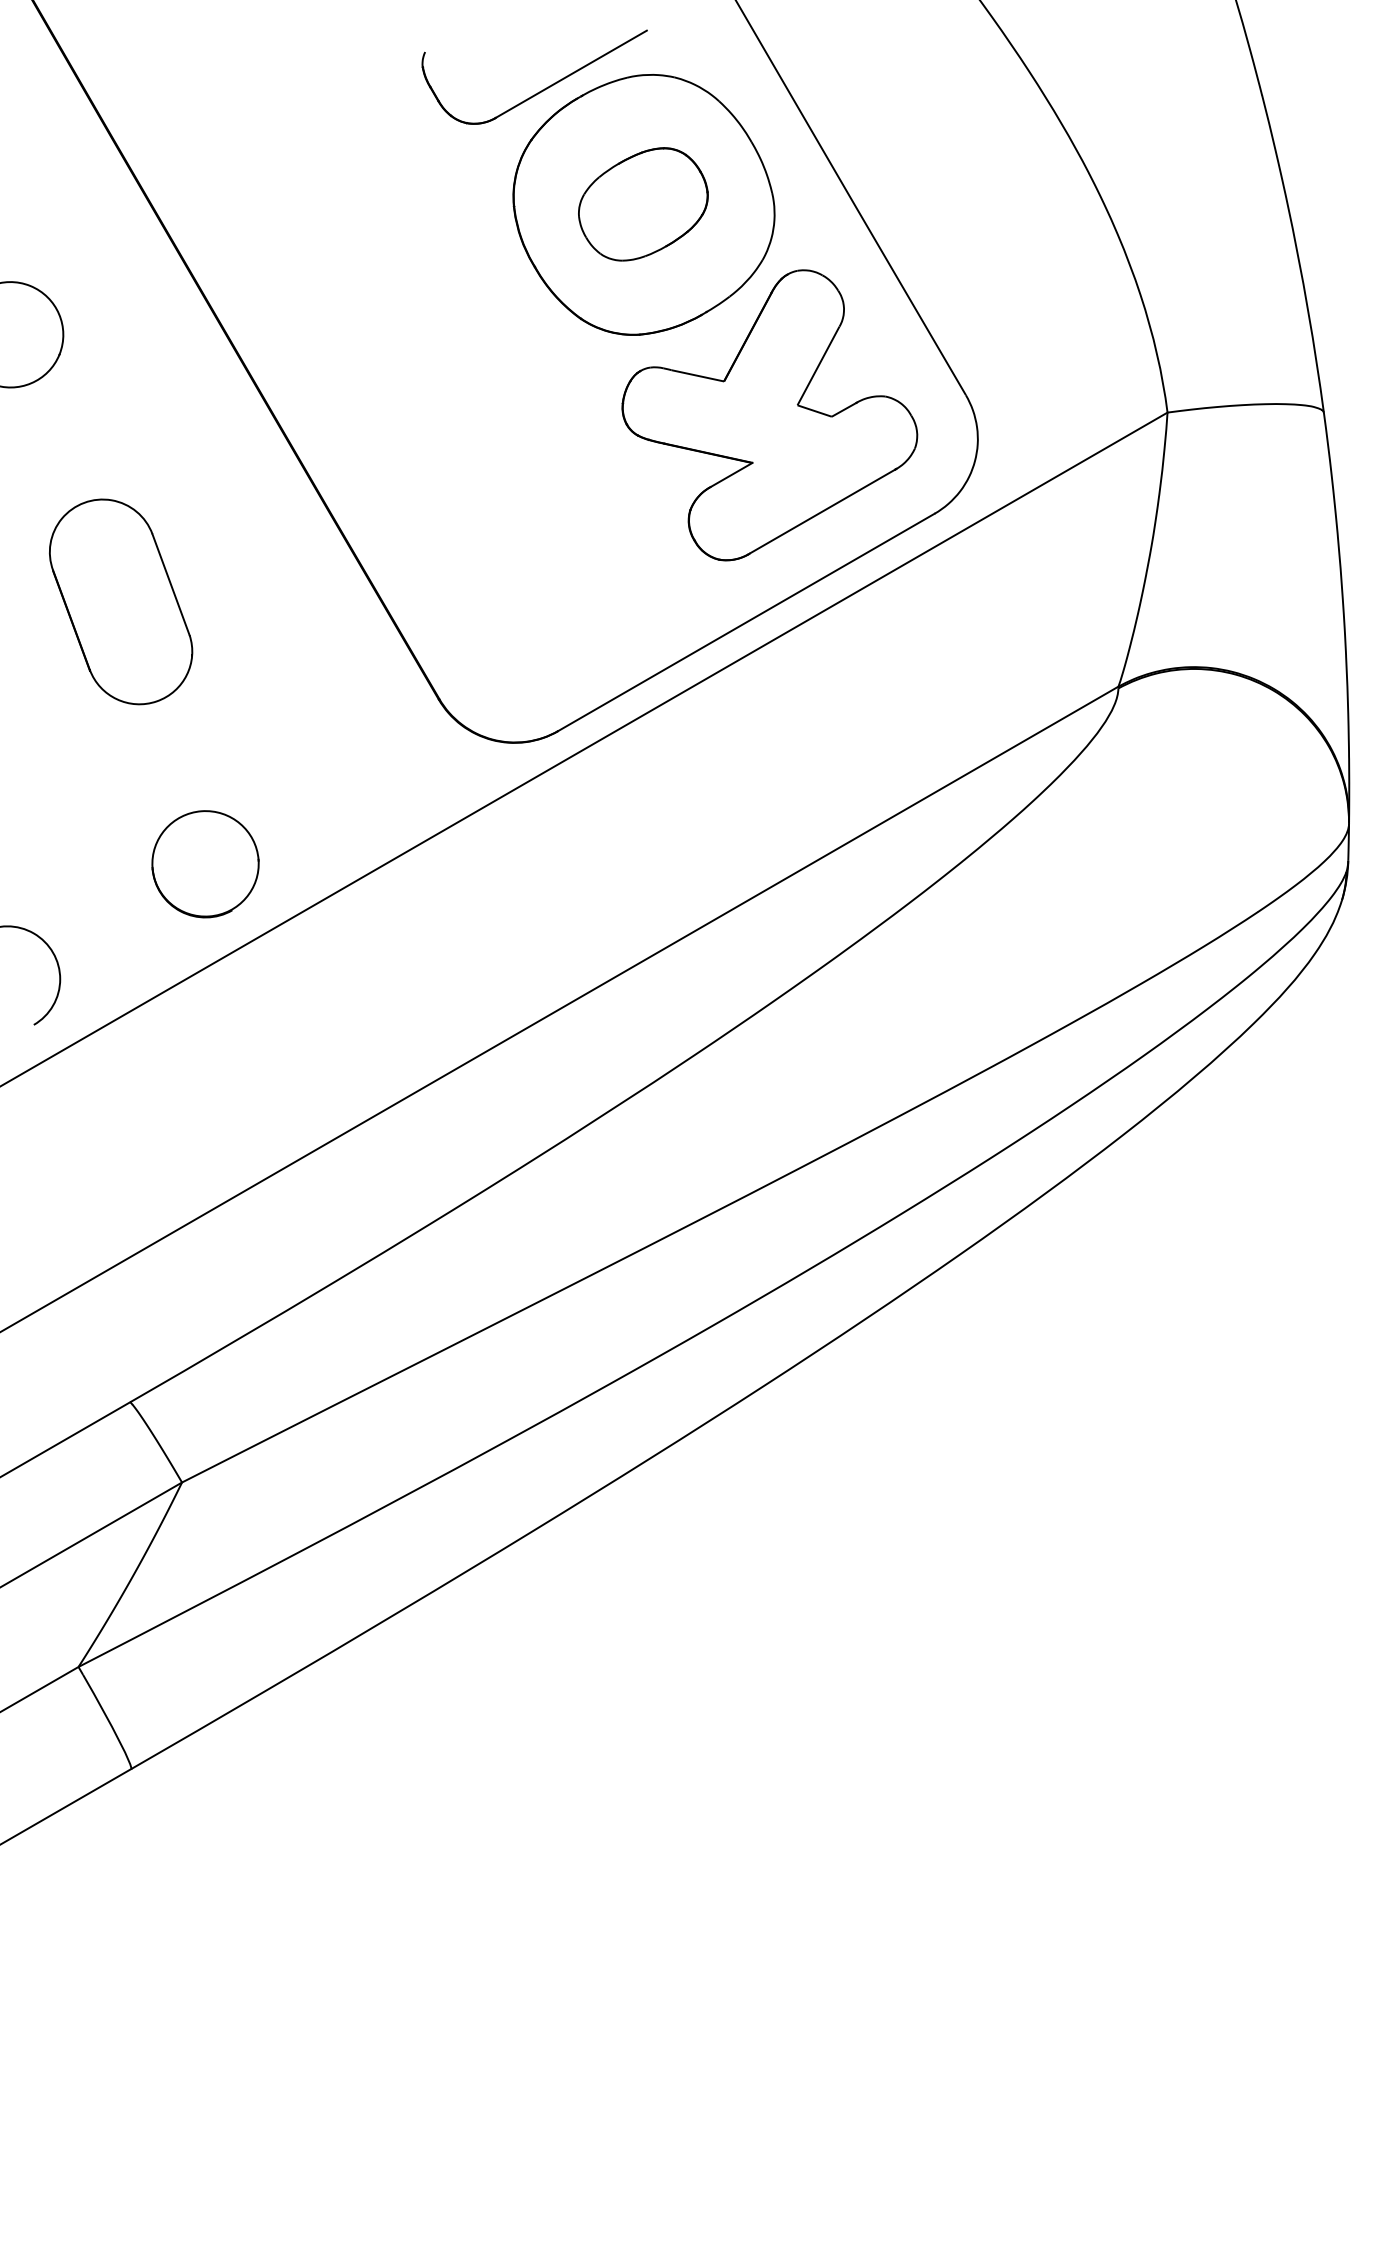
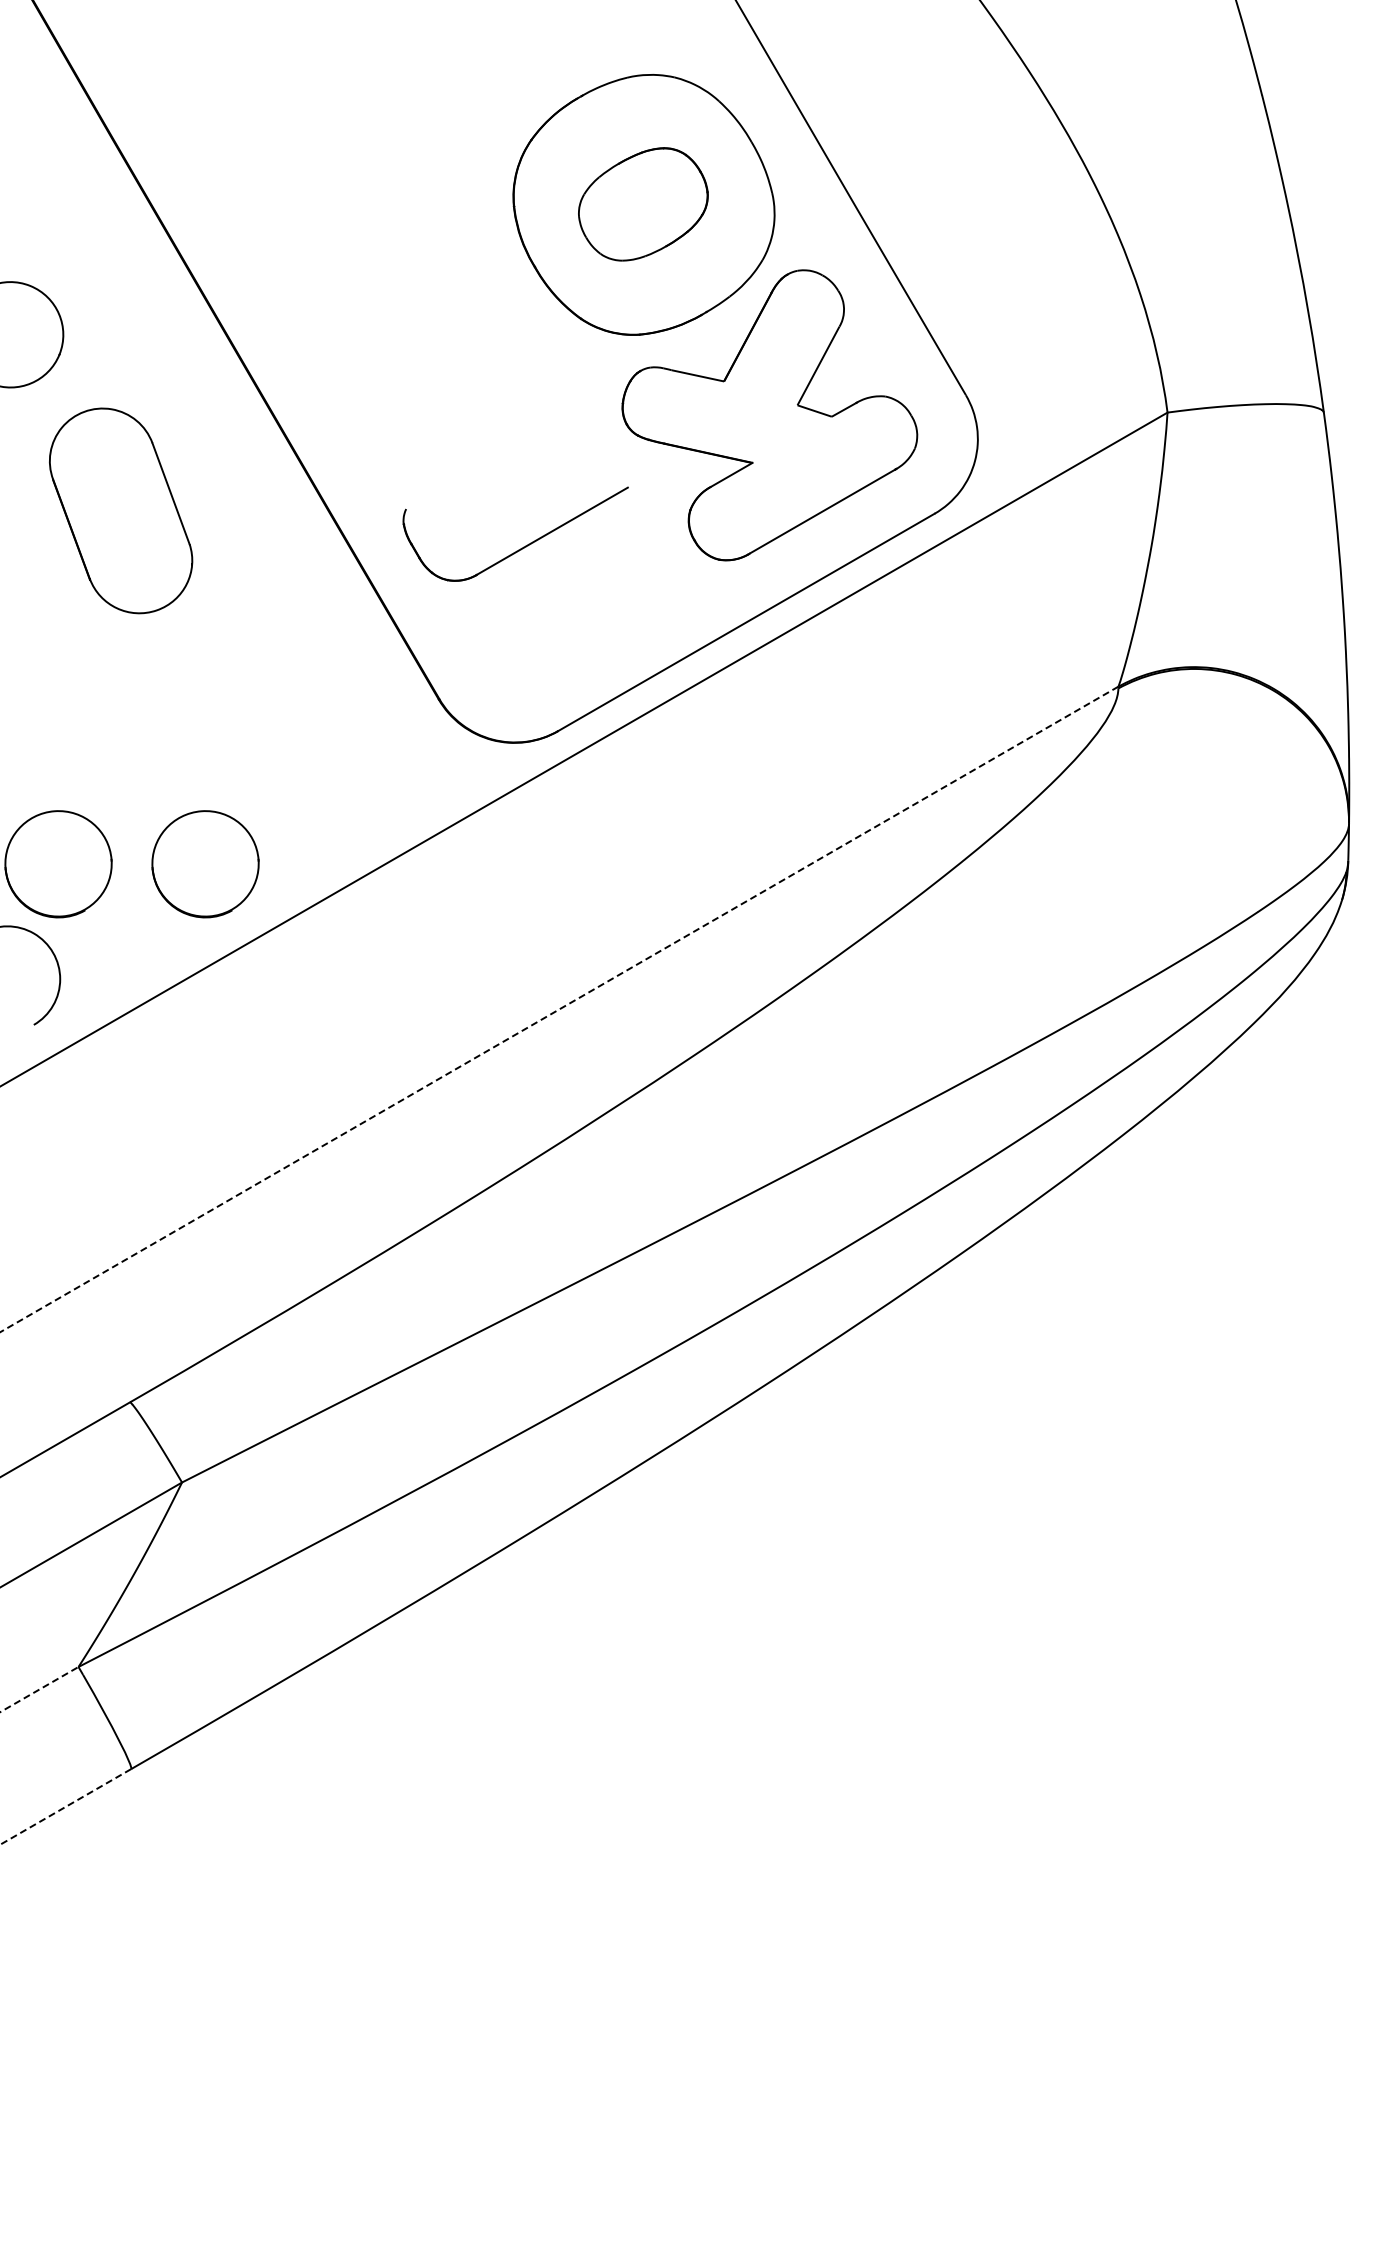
part at (542, 89) position: (542, 89) -> (523, 546)
part at (121, 601) position: (121, 601) -> (121, 510)
part at (58, 864): none -> present
line at (559, 1009): solid -> dashed
line at (39, 1689): solid -> dashed
line at (65, 1807): solid -> dashed
